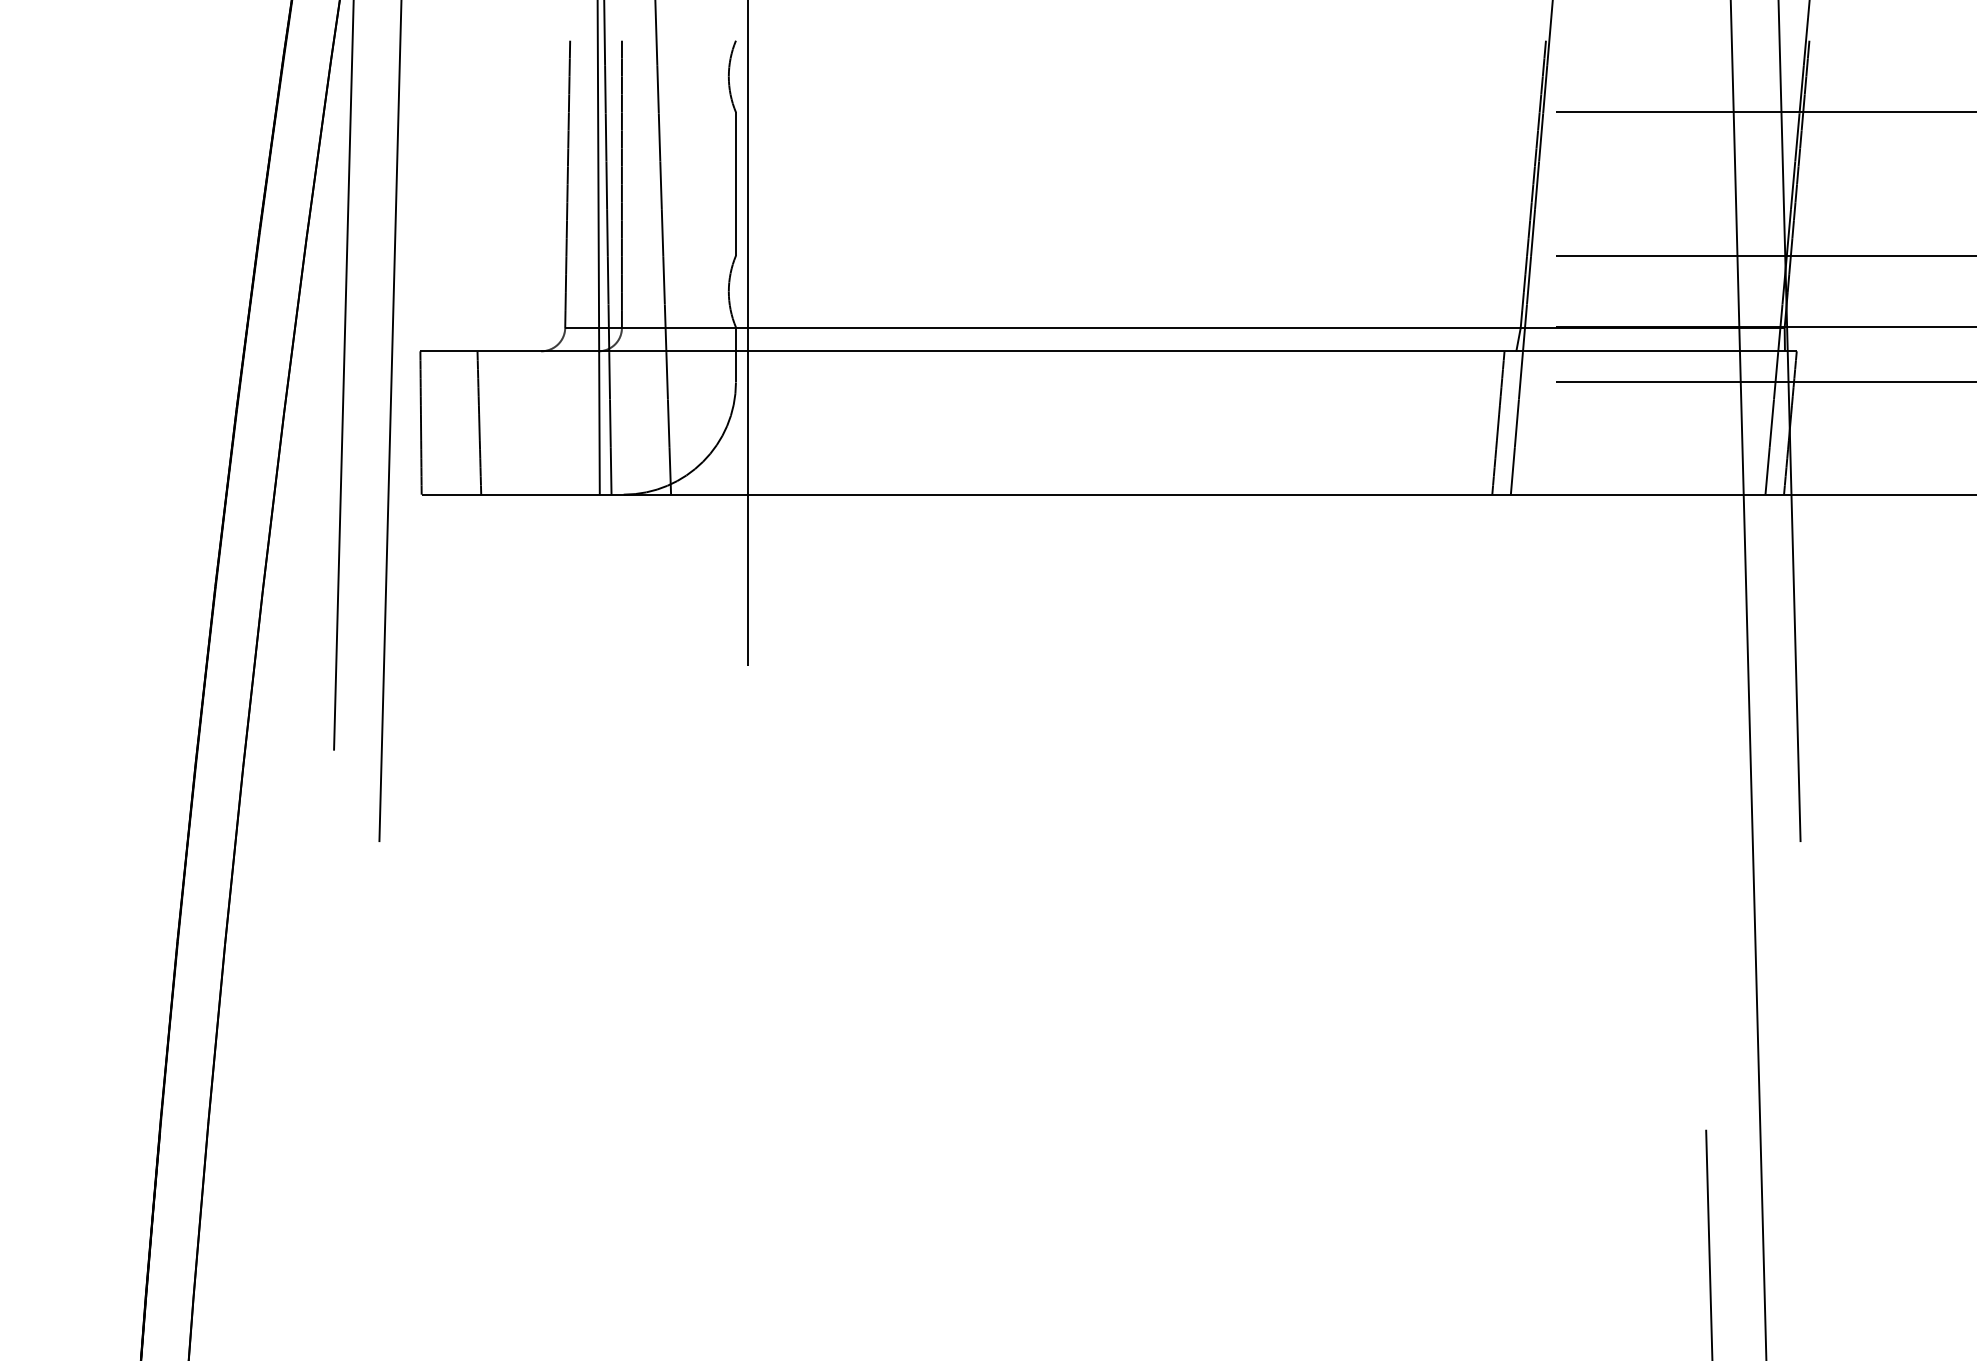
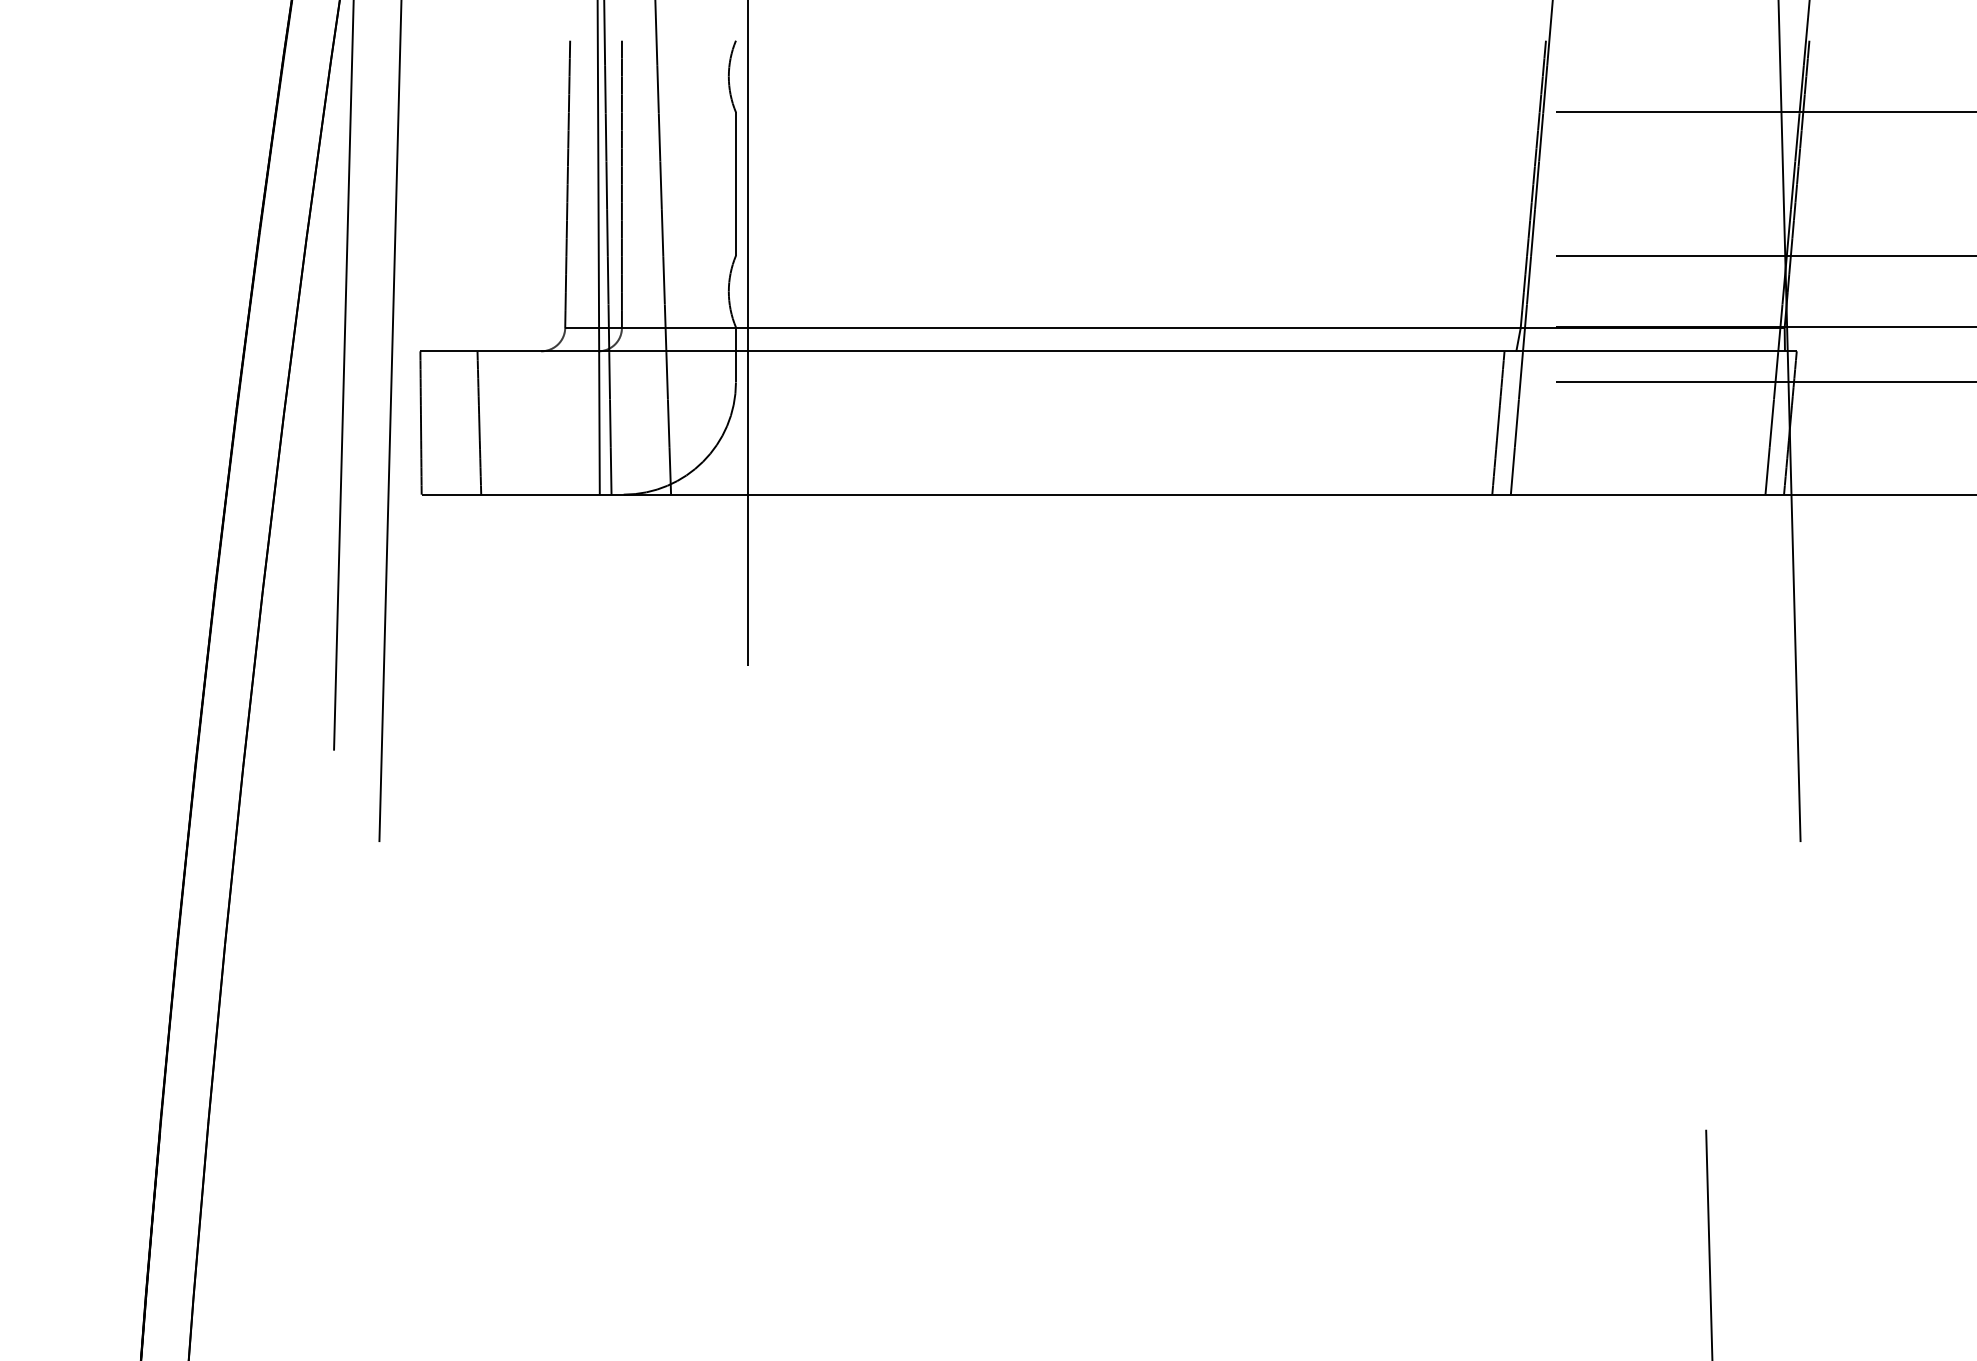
line at (1748, 679): present -> none
